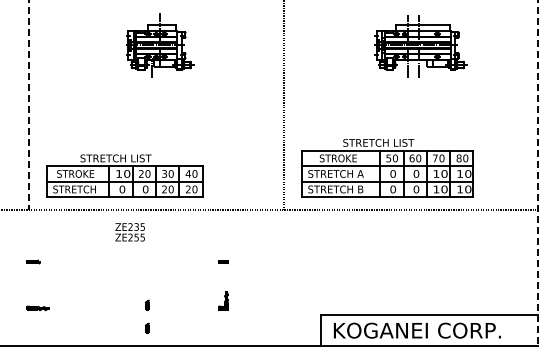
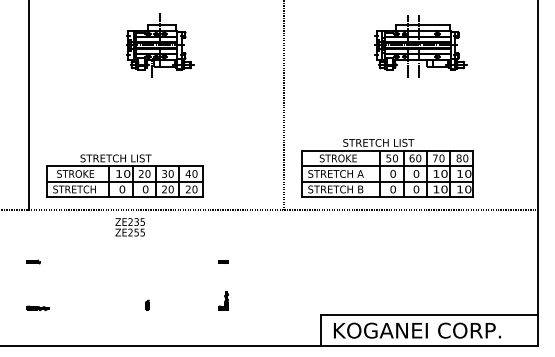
line at (29, 105): dashed -> solid
line at (538, 173): dashed -> solid
text at (129, 232) position: (129, 232) -> (129, 227)
part at (147, 327): present -> none
